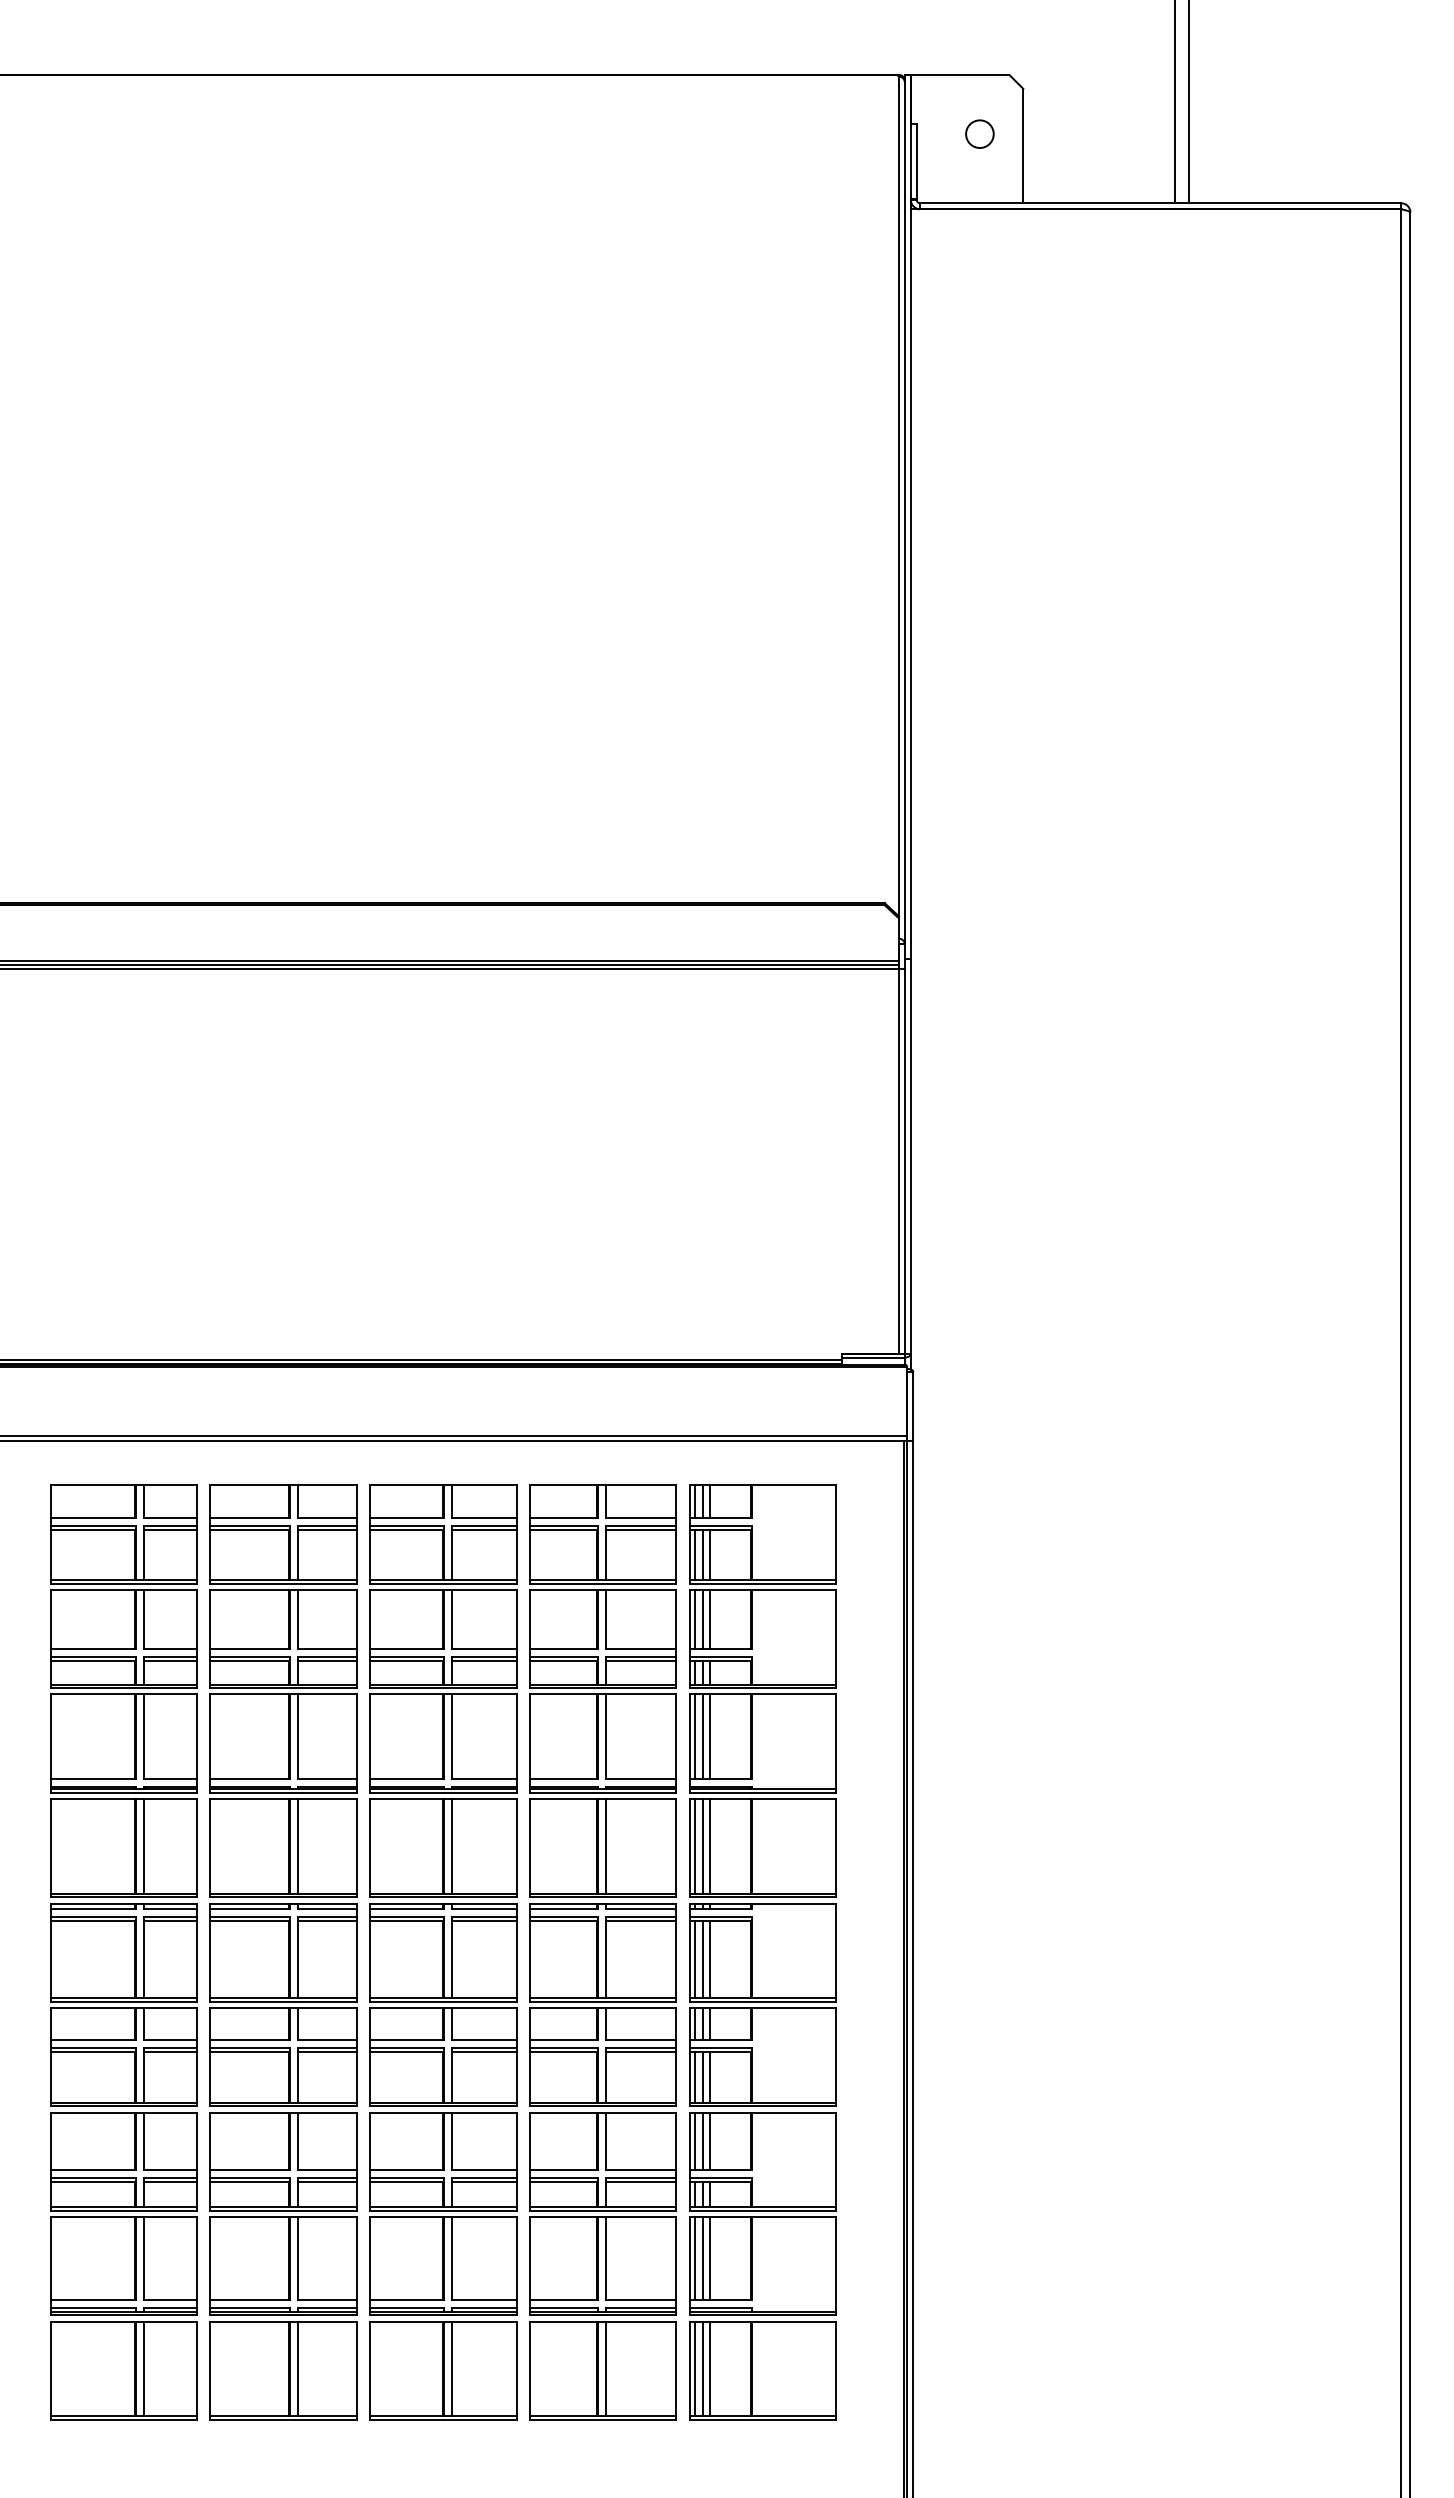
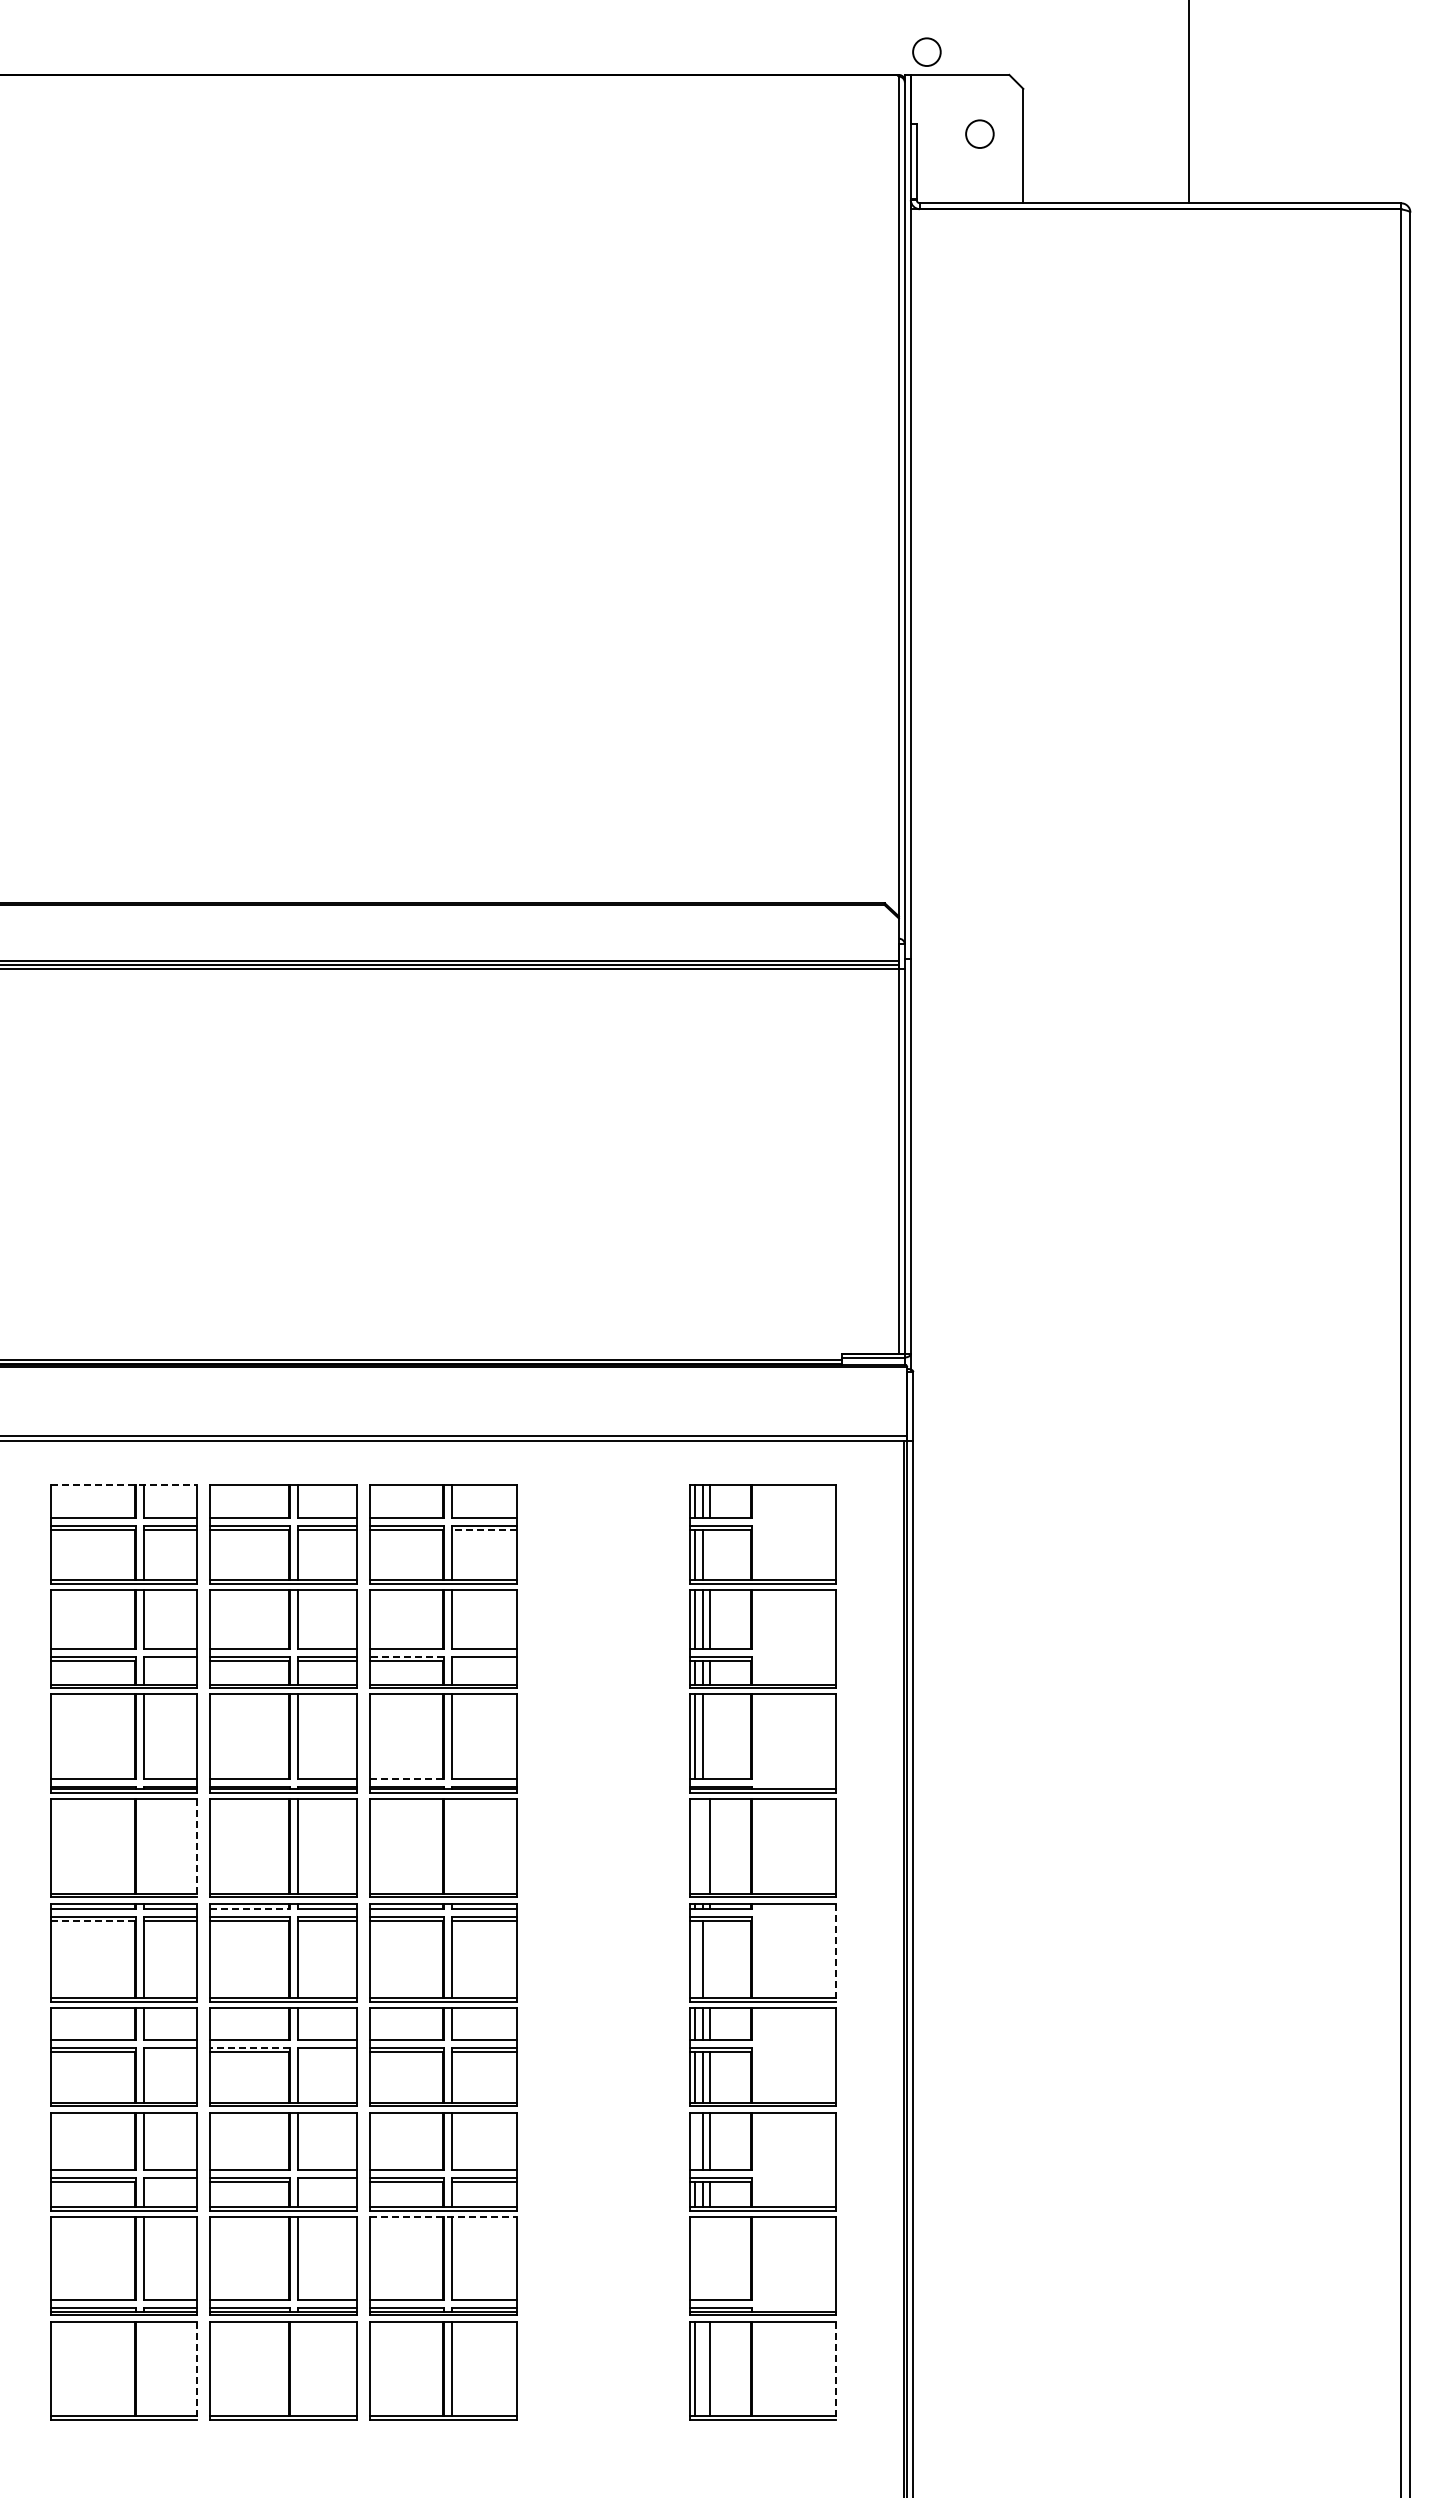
circle at (926, 51): none -> present
line at (1174, 102): present -> none
line at (124, 1485): solid -> dashed
line at (483, 1530): solid -> dashed
line at (709, 1554): present -> none
line at (407, 1656): solid -> dashed
line at (169, 1660): present -> none
line at (483, 1660): present -> none
line at (709, 1736): present -> none
line at (407, 1779): solid -> dashed
line at (143, 1845): present -> none
line at (451, 1845): present -> none
line at (695, 1845): present -> none
line at (703, 1845): present -> none
line at (196, 1848): solid -> dashed
line at (250, 1909): solid -> dashed
line at (92, 1921): solid -> dashed
part at (602, 1952): present -> none
line at (836, 1953): solid -> dashed
line at (695, 1959): present -> none
line at (709, 1959): present -> none
line at (250, 2047): solid -> dashed
line at (169, 2051): present -> none
line at (326, 2051): present -> none
line at (695, 2141): present -> none
line at (169, 2181): present -> none
line at (326, 2181): present -> none
line at (443, 2217): solid -> dashed
line at (695, 2258): present -> none
line at (703, 2258): present -> none
line at (709, 2258): present -> none
line at (143, 2368): present -> none
line at (297, 2368): present -> none
line at (703, 2368): present -> none
line at (196, 2371): solid -> dashed
line at (836, 2371): solid -> dashed
